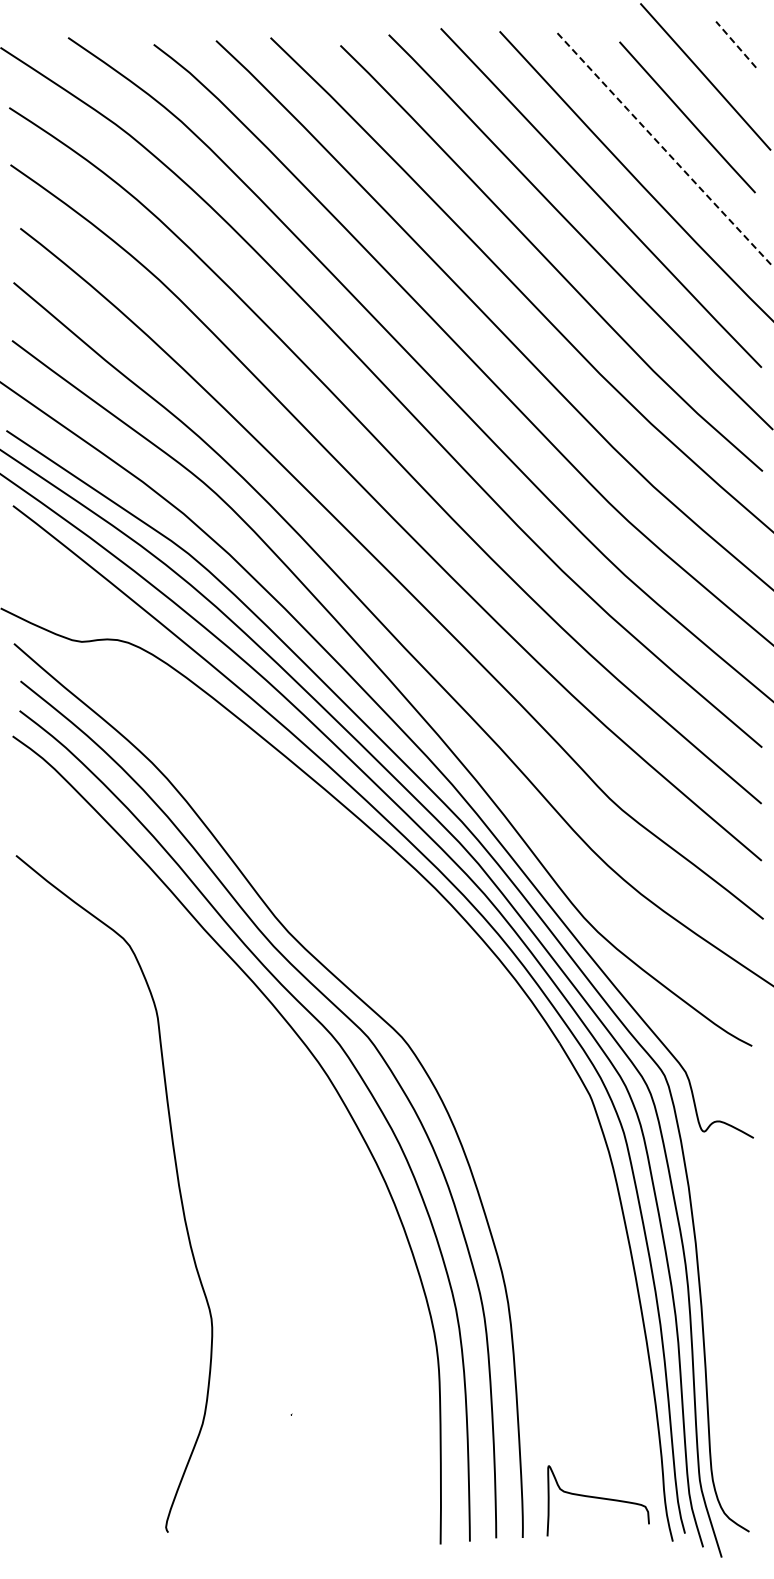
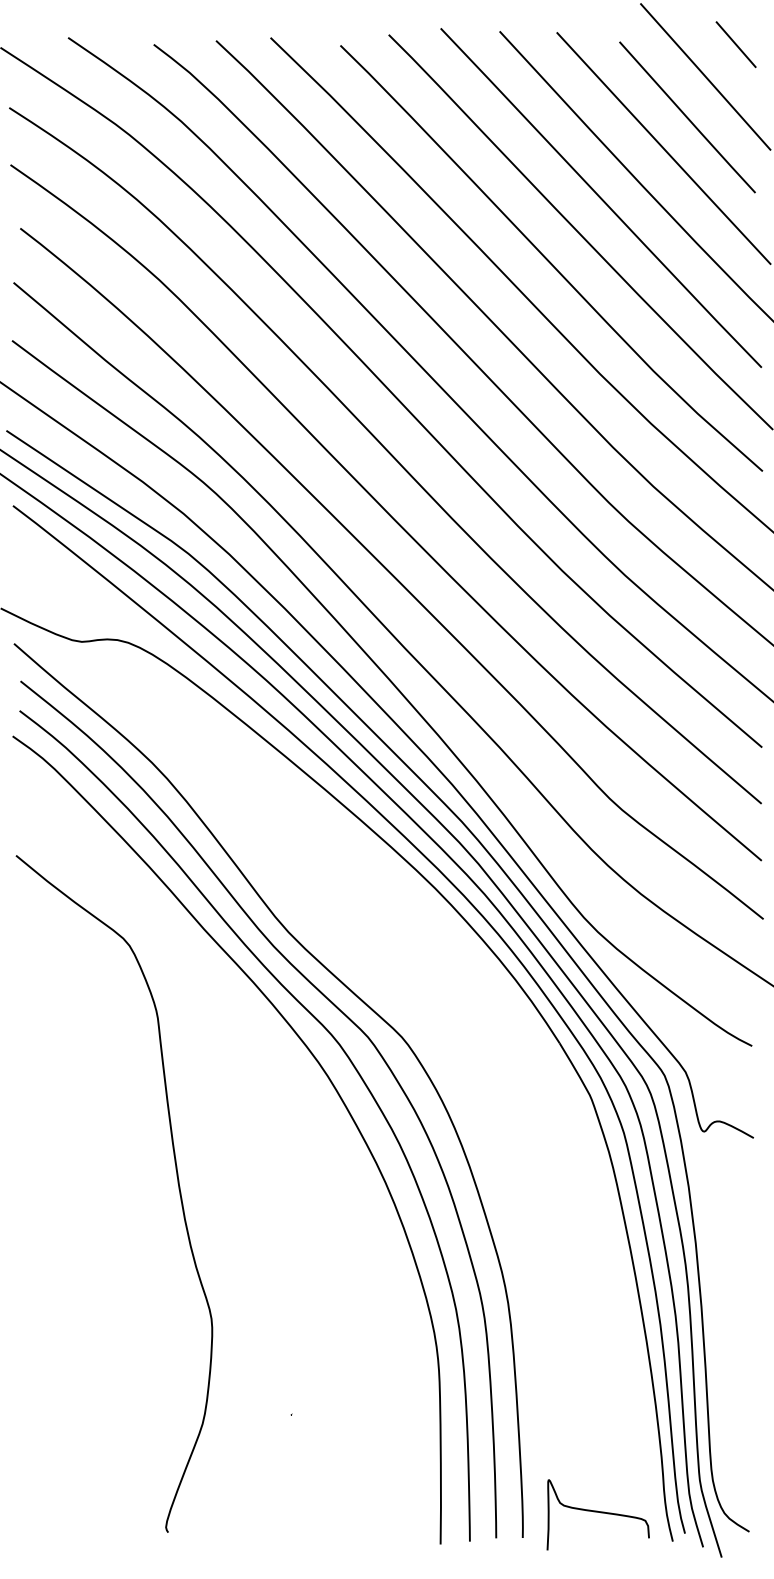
line at (736, 44): dashed -> solid
line at (663, 148): dashed -> solid
curve at (597, 1498) position: (597, 1498) -> (597, 1512)
